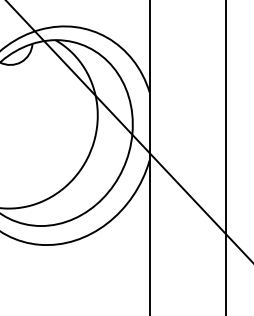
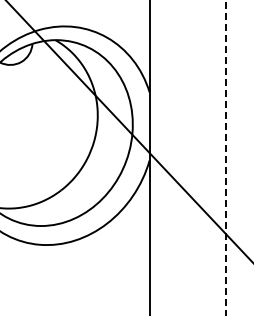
line at (226, 157): solid -> dashed
